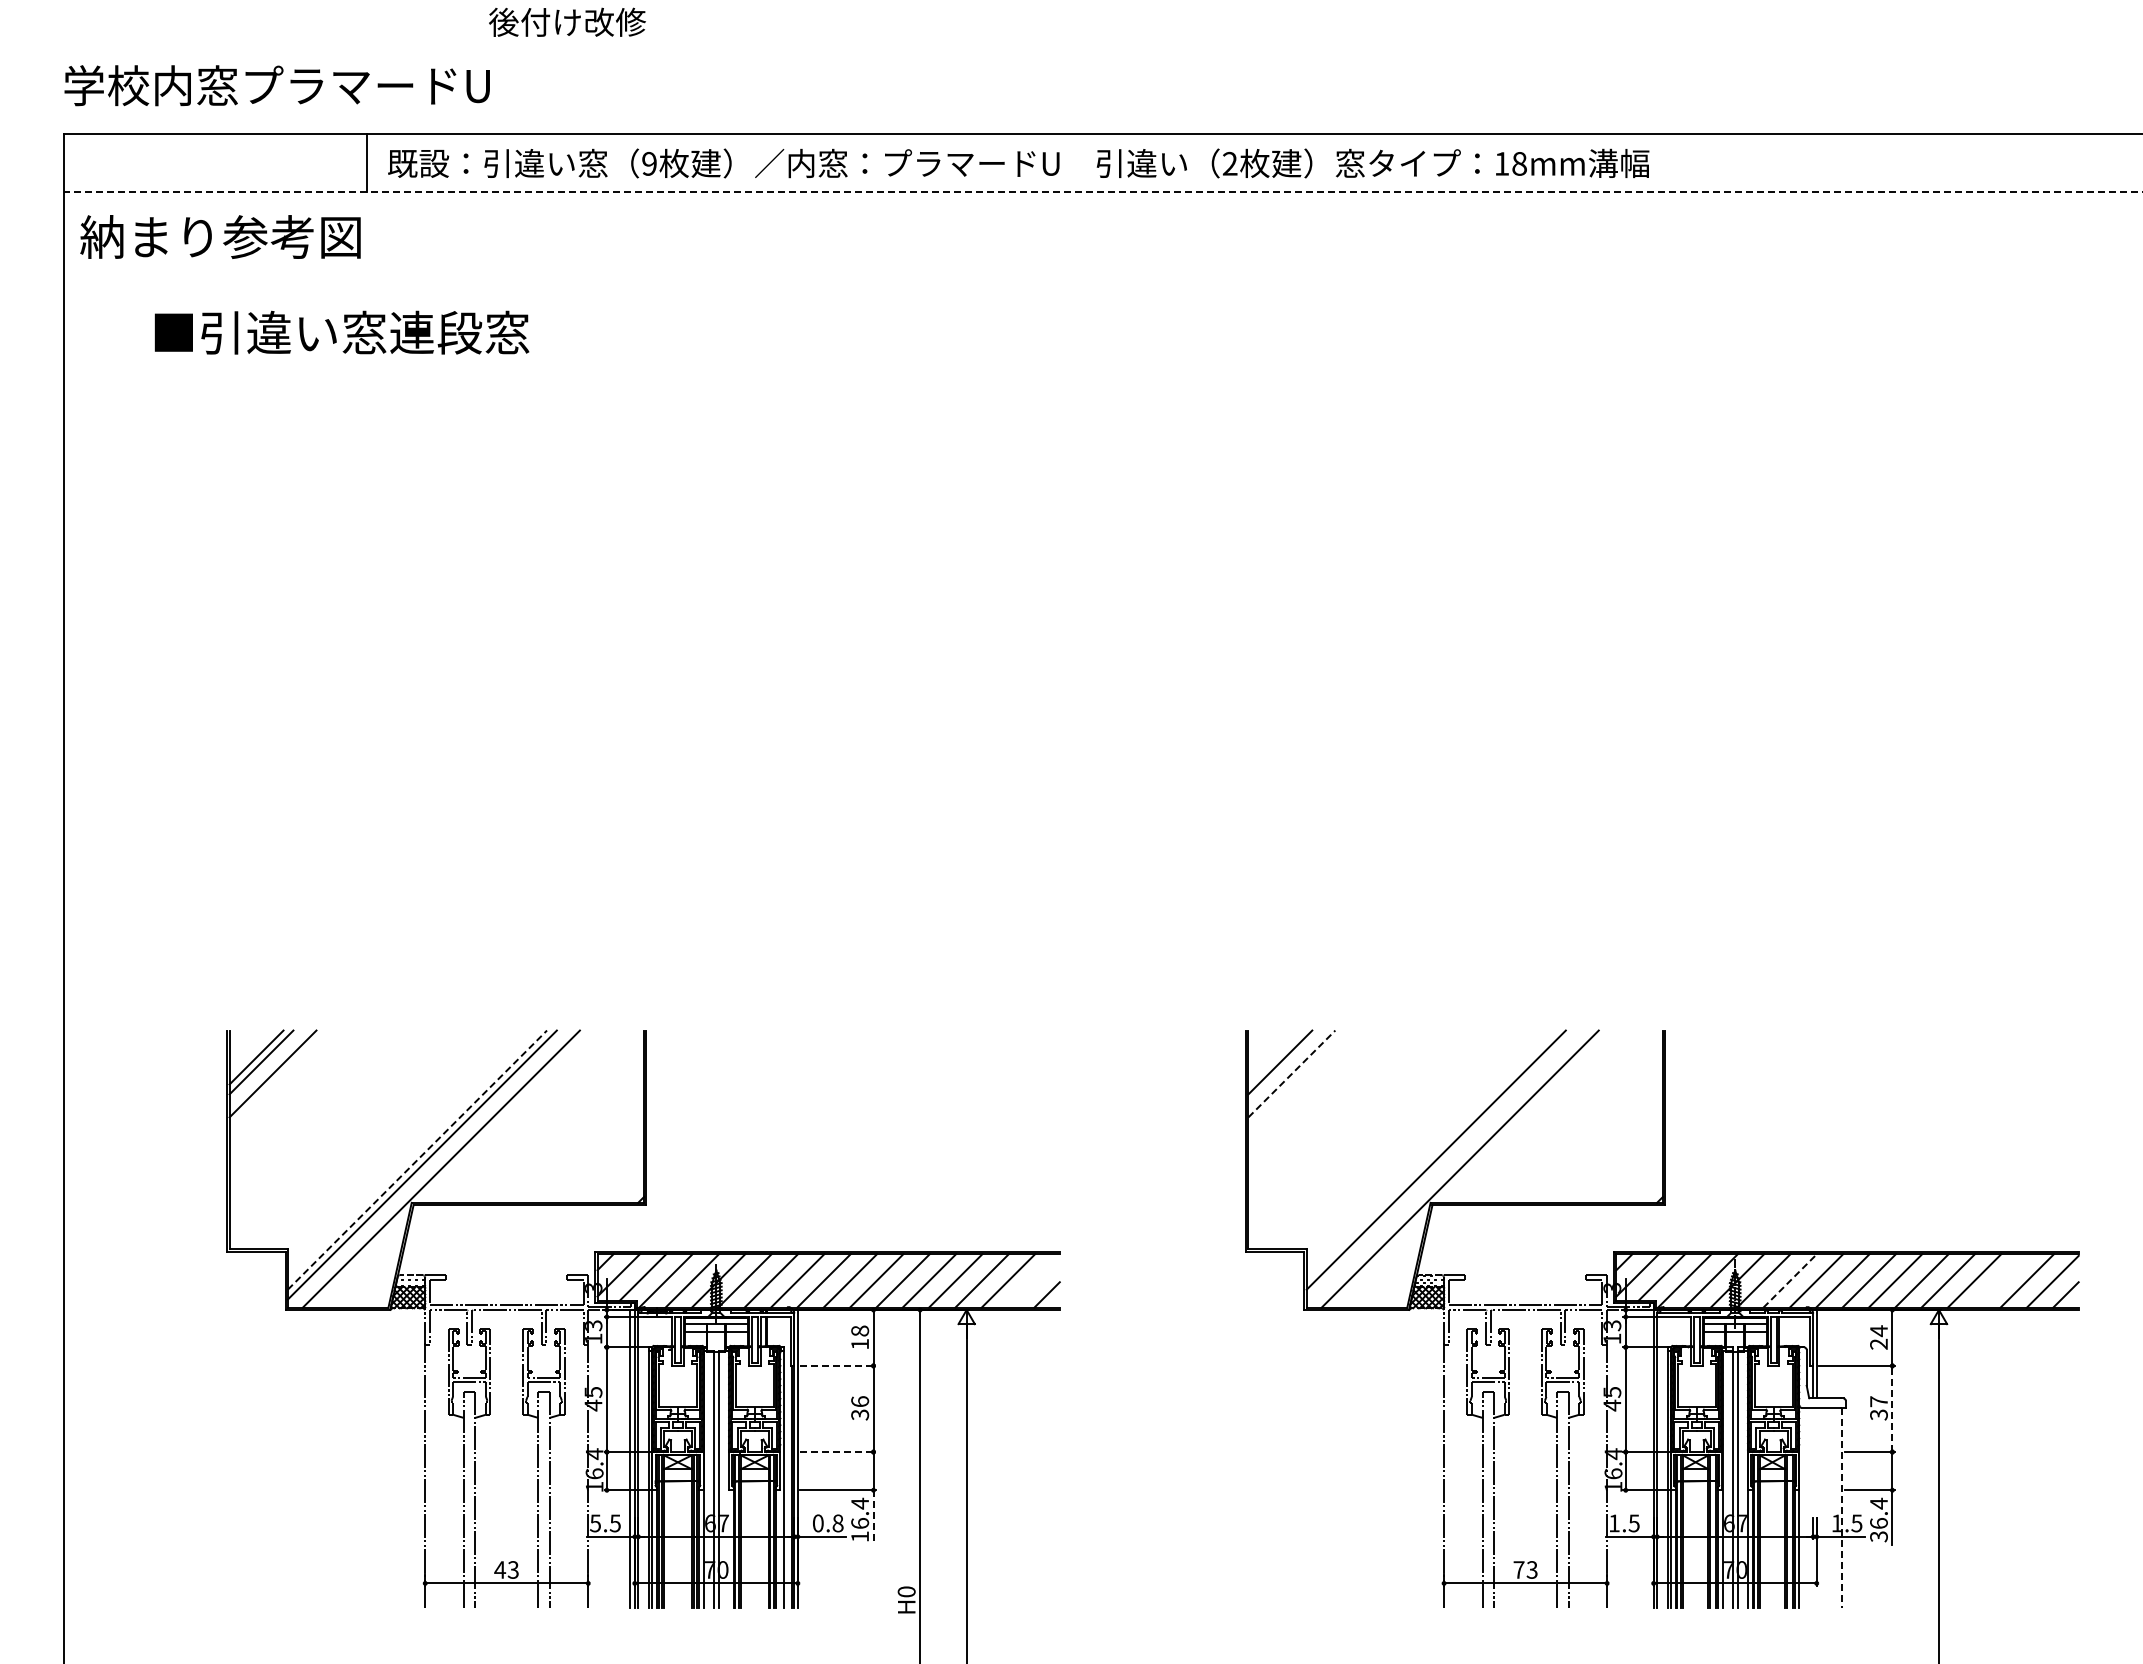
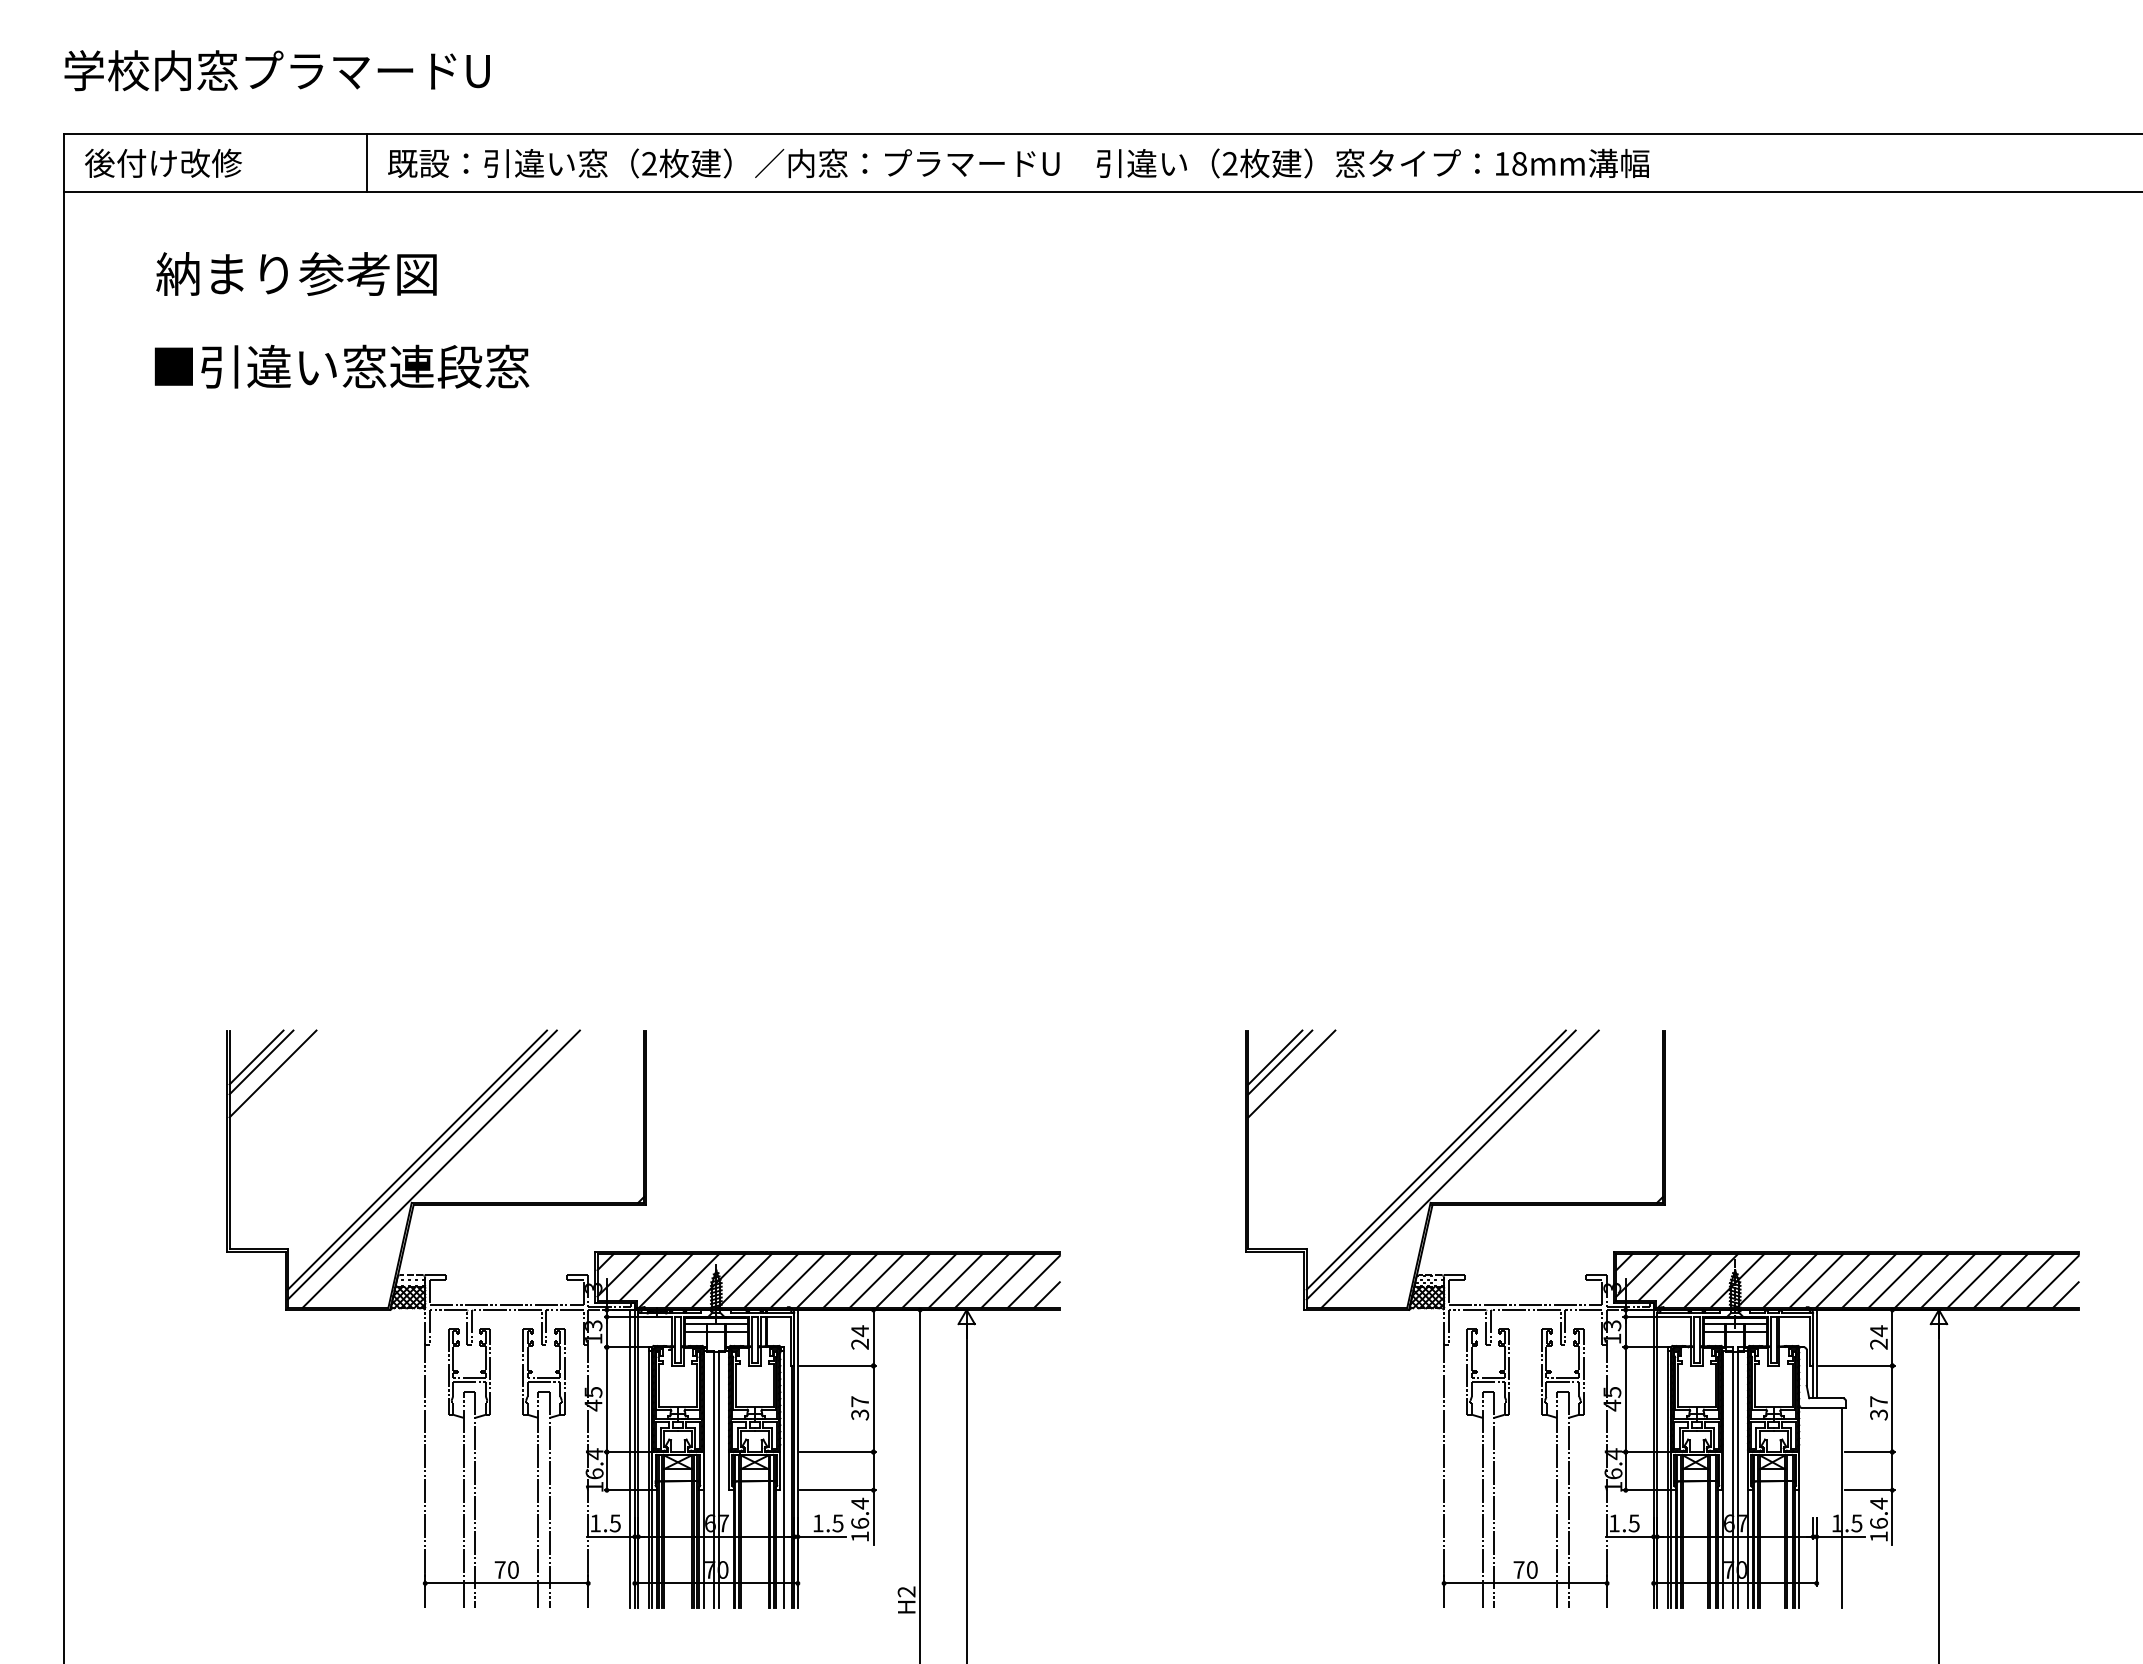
text at (567, 21) position: (567, 21) -> (163, 162)
text at (276, 85) position: (276, 85) -> (276, 70)
text at (649, 163): 9 -> 2
line at (1103, 192): dashed -> solid
text at (220, 236) position: (220, 236) -> (296, 273)
text at (341, 332) position: (341, 332) -> (341, 366)
line at (1275, 1057): none -> present
line at (1292, 1073): dashed -> solid
line at (417, 1159): dashed -> solid
line at (1440, 1164): none -> present
line at (1790, 1280): dashed -> solid
line at (2000, 1280): none -> present
line at (1033, 1281): none -> present
text at (860, 1337): 18 -> 24
line at (838, 1365): dashed -> solid
text at (860, 1401): 36 -> 37
line at (1892, 1408): dashed -> solid
line at (838, 1452): dashed -> solid
line at (1842, 1507): dashed -> solid
line at (873, 1517): dashed -> solid
text at (595, 1523): 5.5 -> 1.5
text at (828, 1523): 0.8 -> 1.5
text at (1878, 1536): 36.4 -> 16.4
text at (506, 1569): 43 -> 70
text at (1531, 1569): 73 -> 70
text at (906, 1591): H0 -> H2
